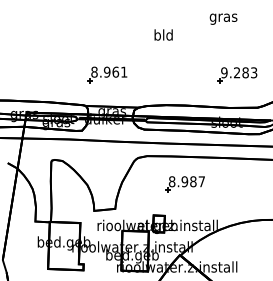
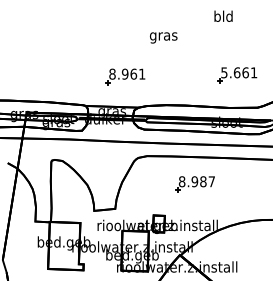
text at (223, 17): gras -> bld
text at (163, 36): bld -> gras
text at (239, 72): 9.283 -> 5.661
part at (107, 74) position: (107, 74) -> (125, 76)
part at (184, 184) position: (184, 184) -> (194, 184)
